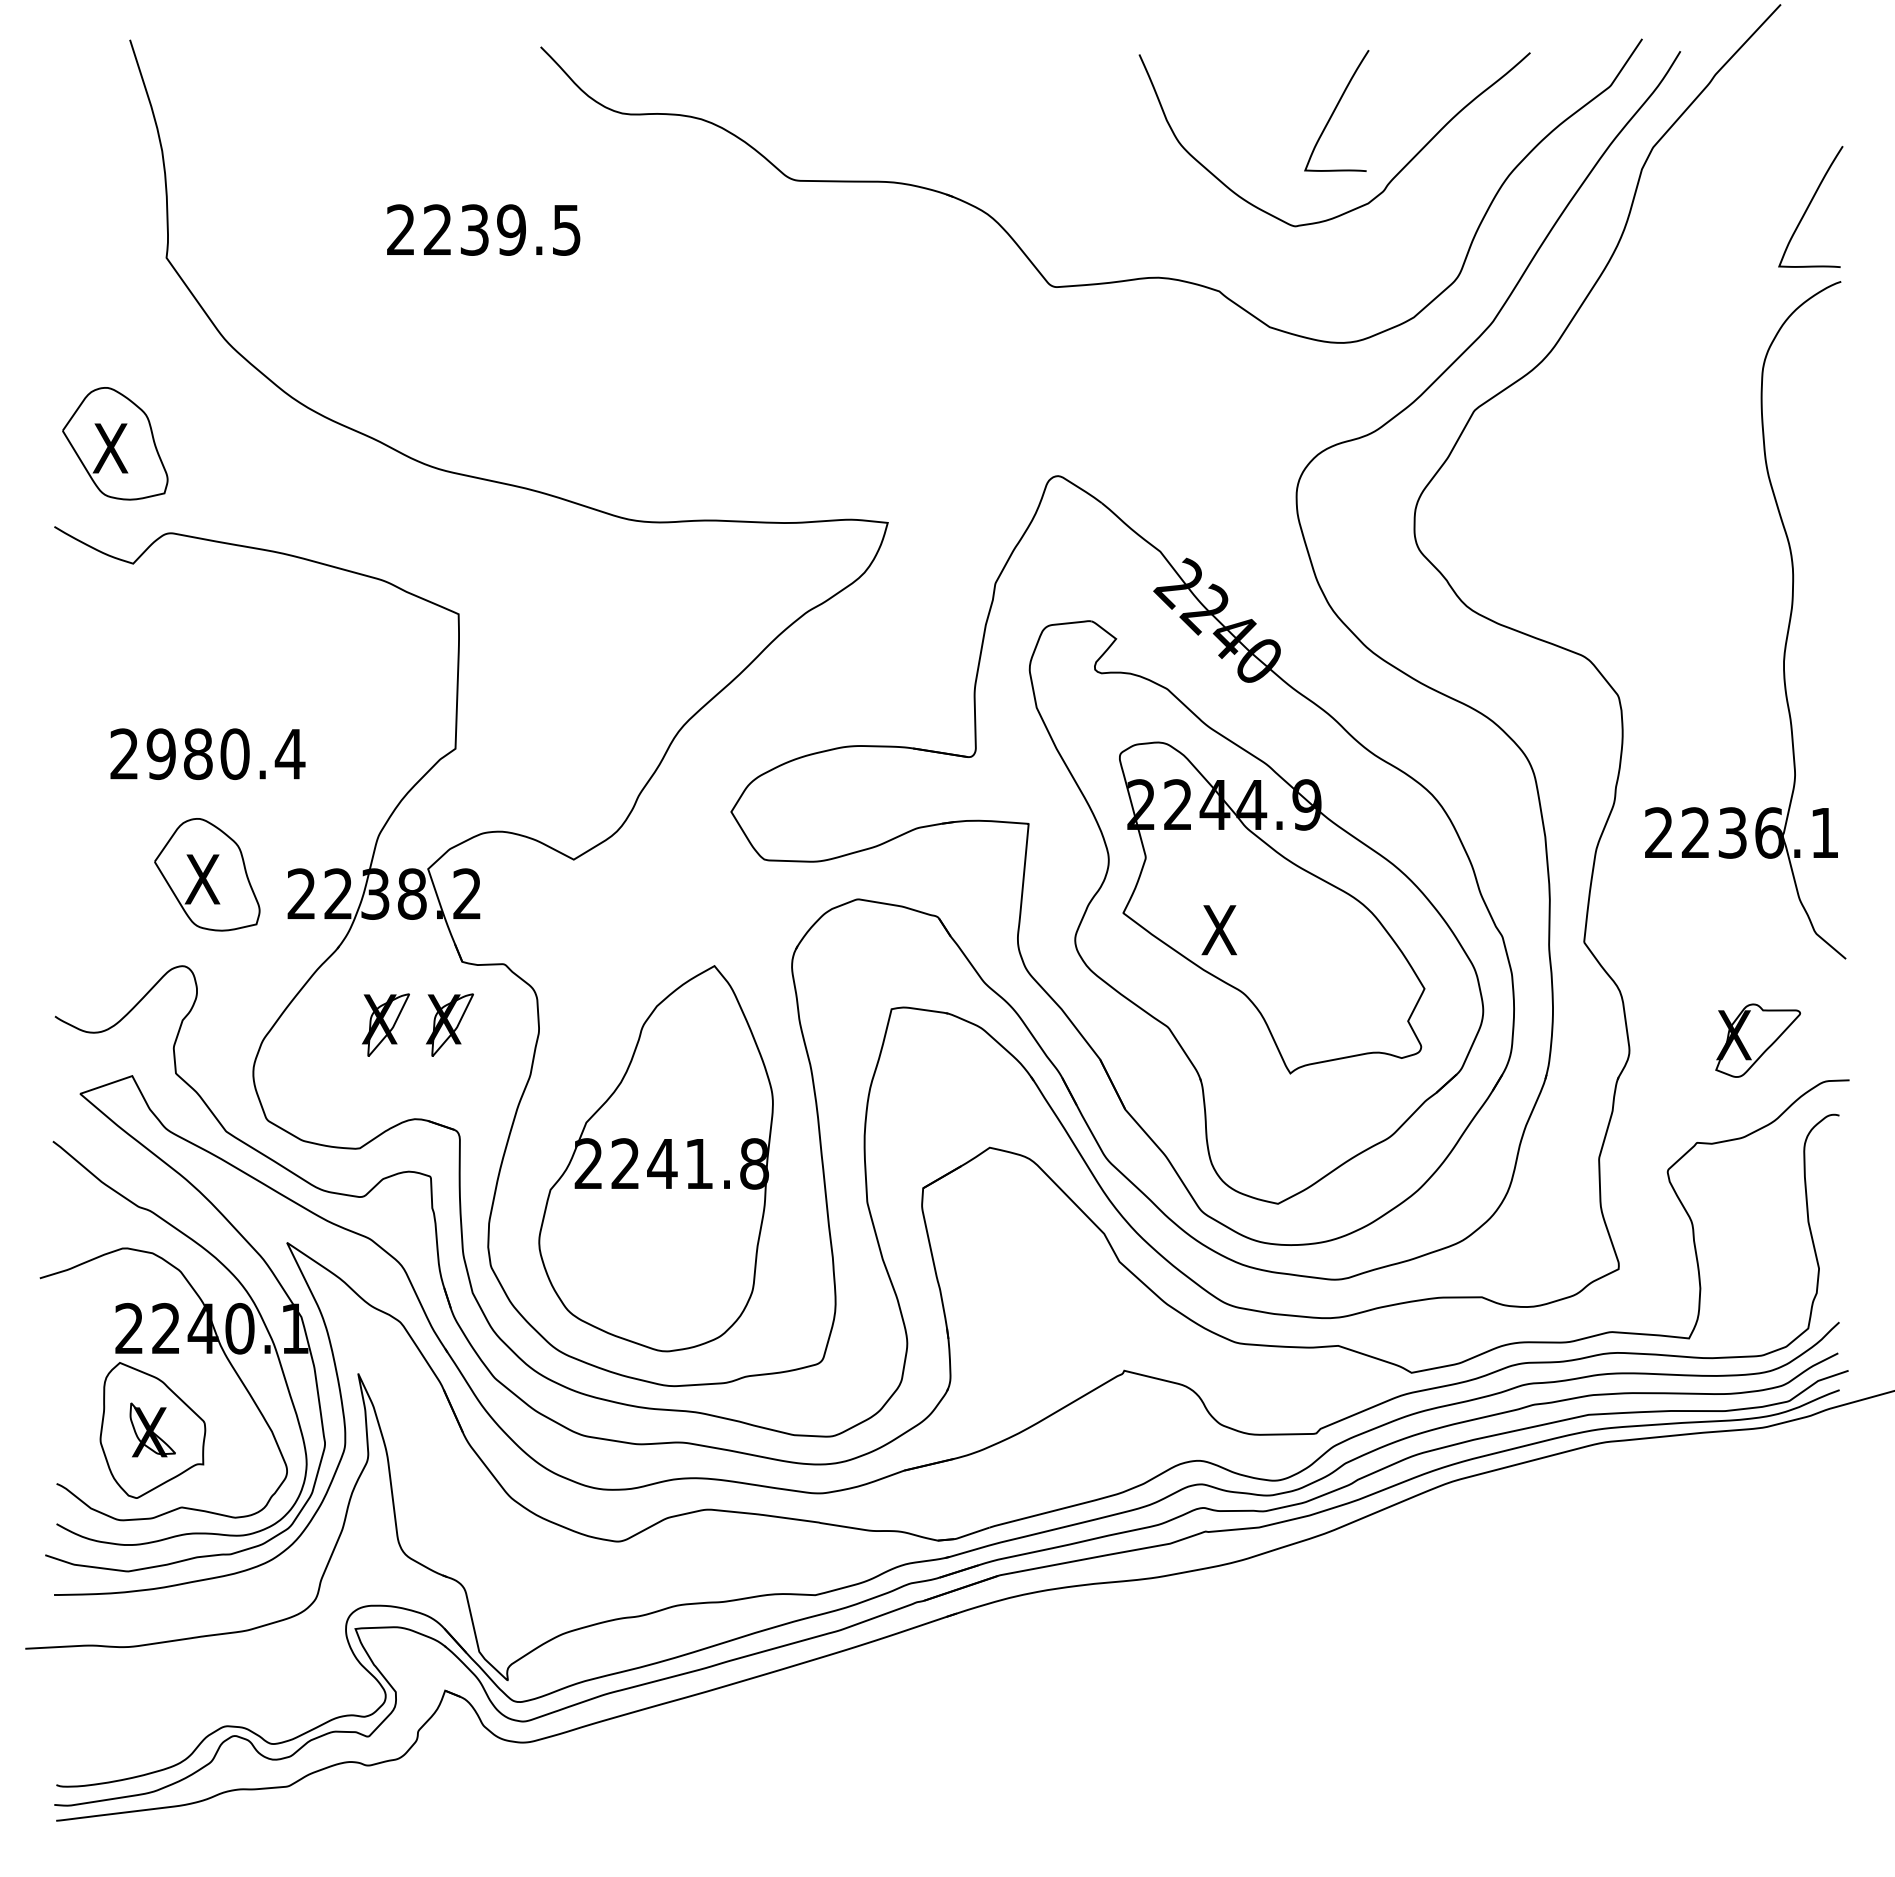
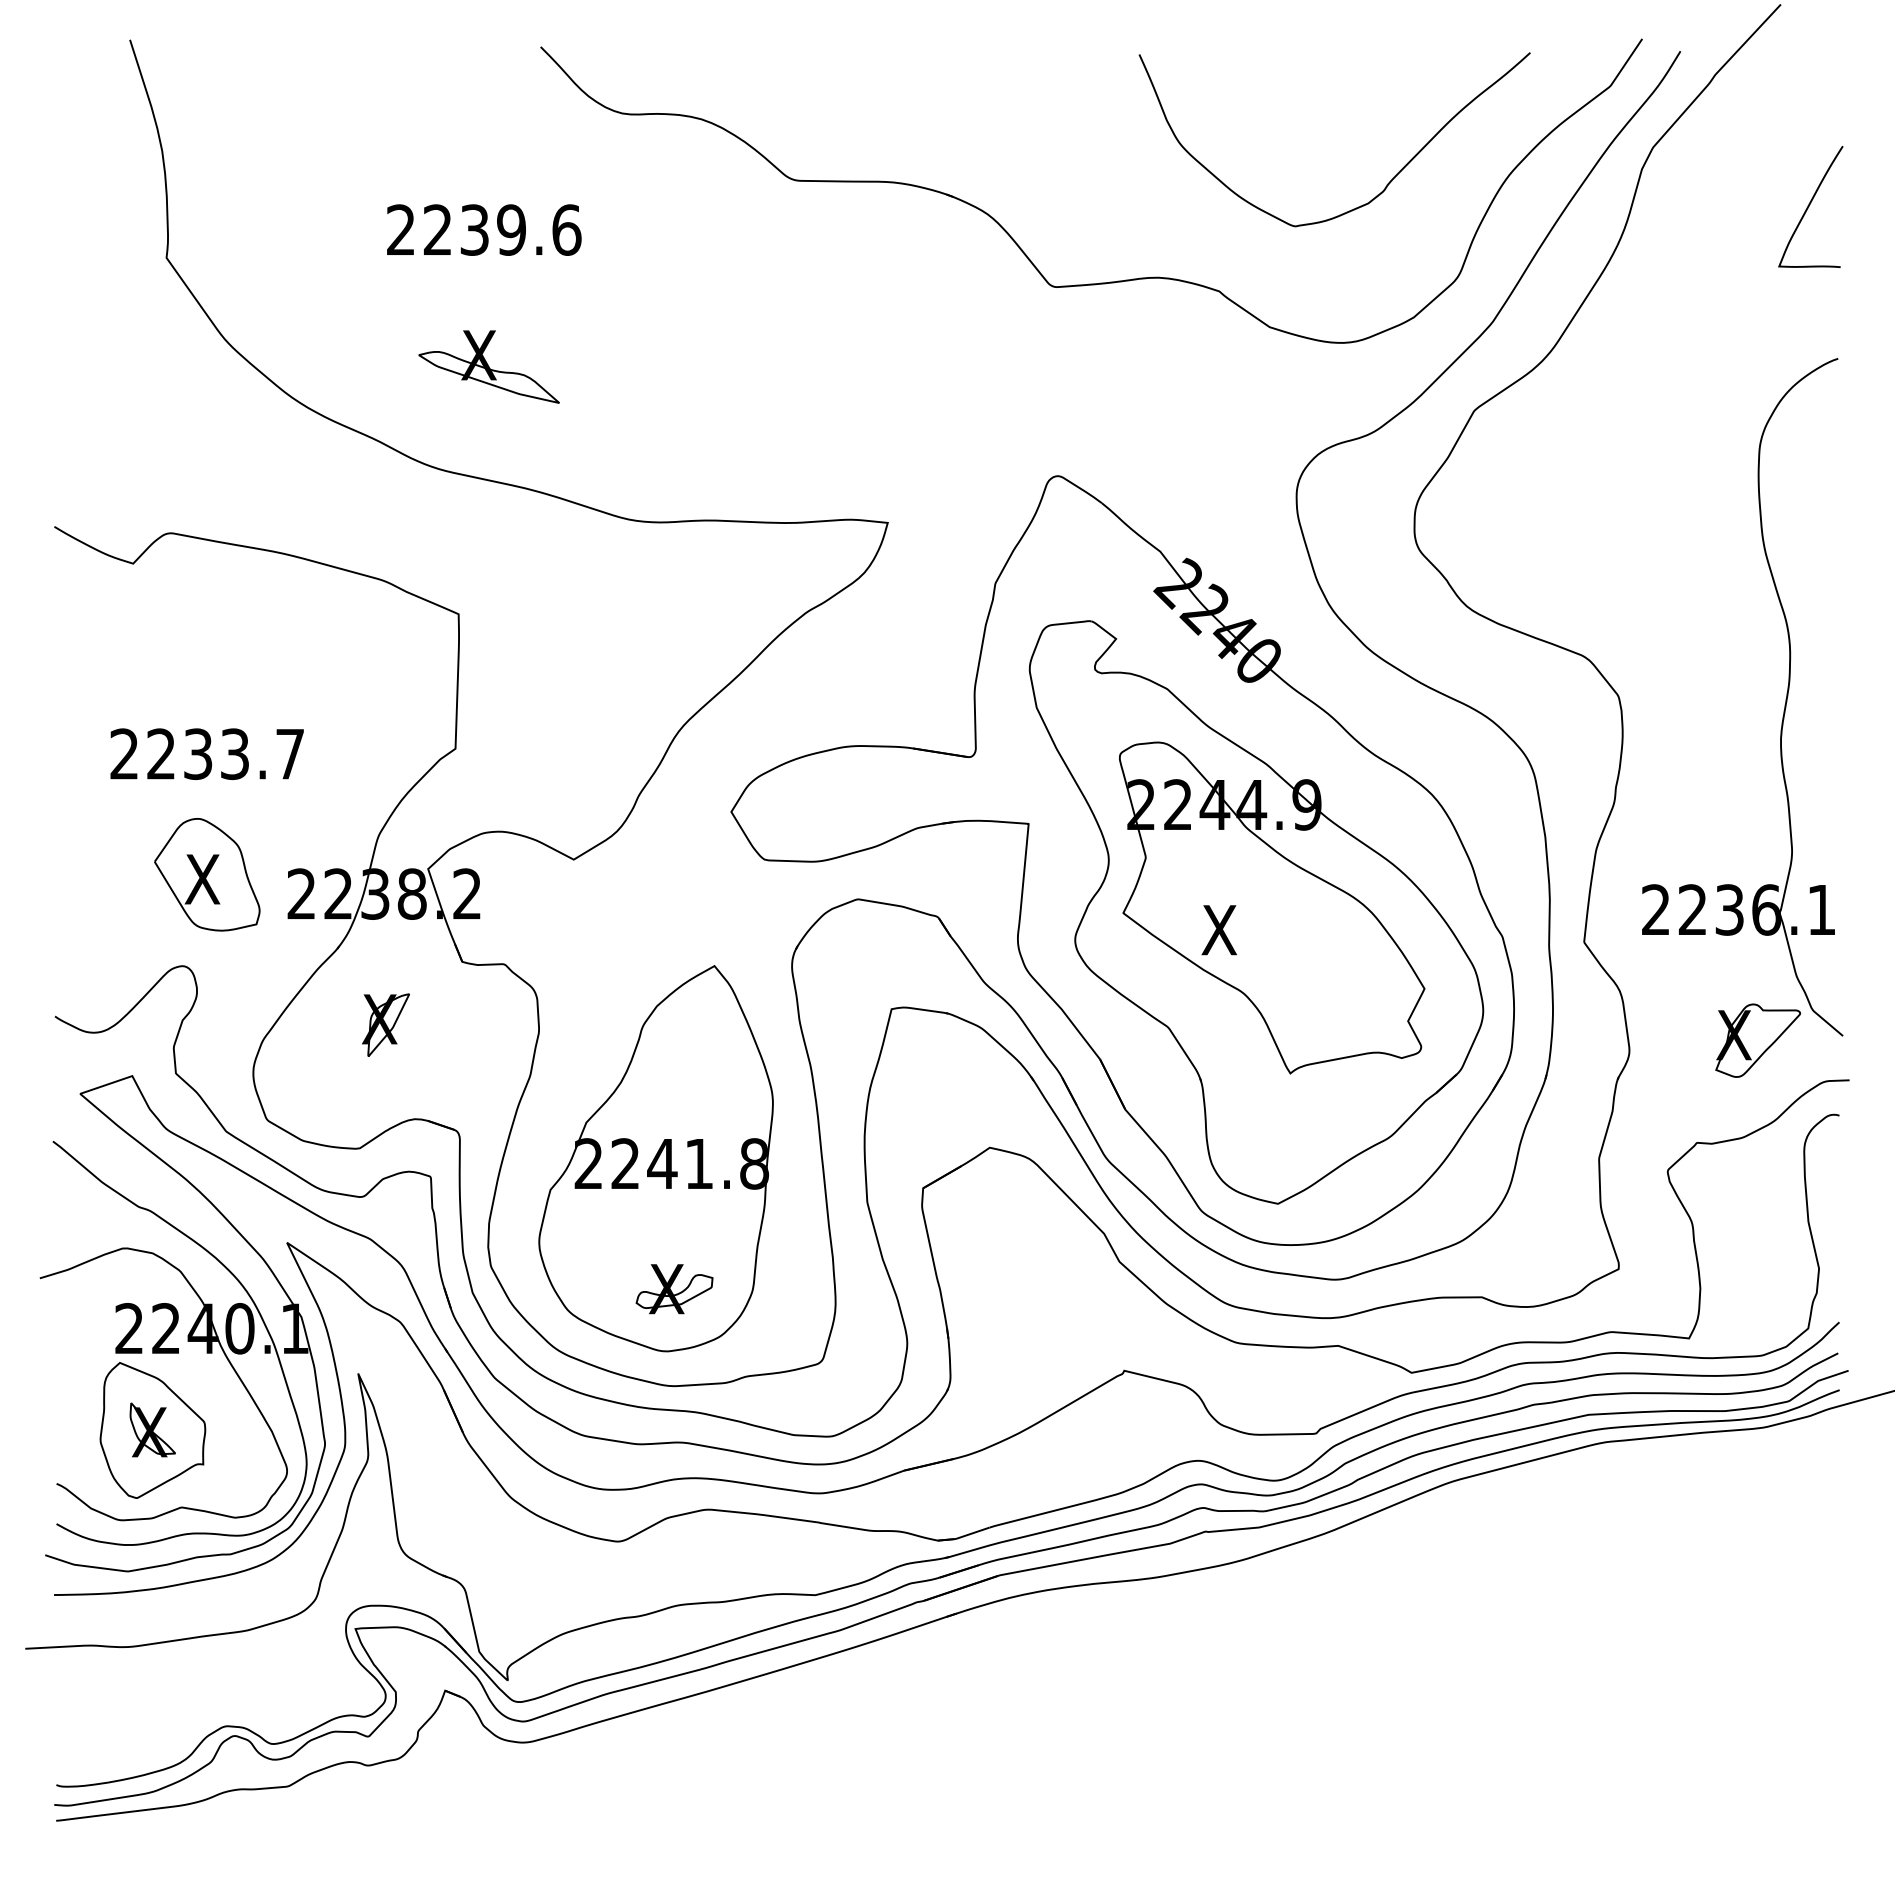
curve at (1335, 110): present -> none
text at (566, 229): 2239.5 -> 2239.6
part at (488, 366): none -> present
part at (115, 443): present -> none
part at (1787, 627) position: (1787, 627) -> (1784, 704)
text at (225, 754): 2980.4 -> 2233.7
part at (449, 1024): present -> none
part at (674, 1289): none -> present
